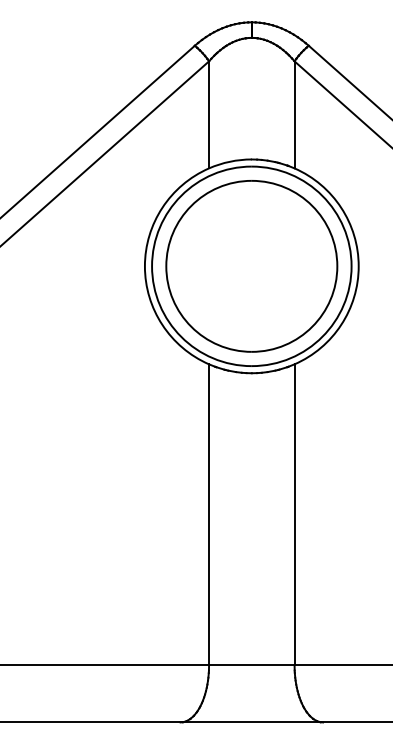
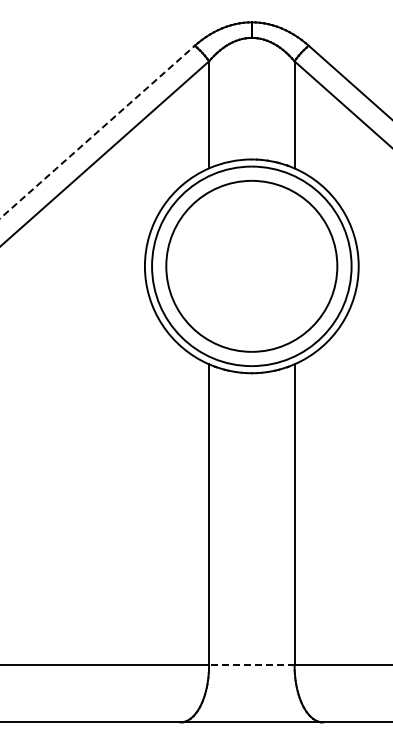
line at (97, 132): solid -> dashed
line at (251, 665): solid -> dashed
